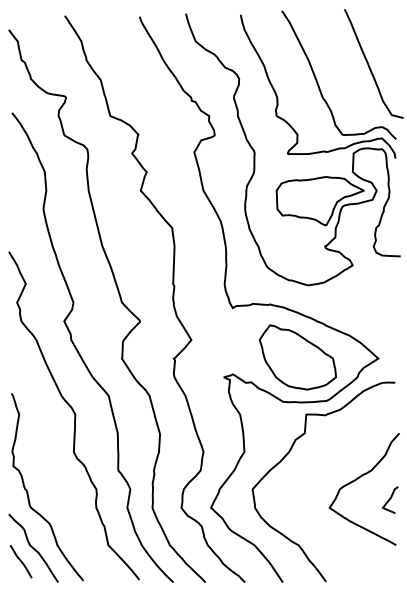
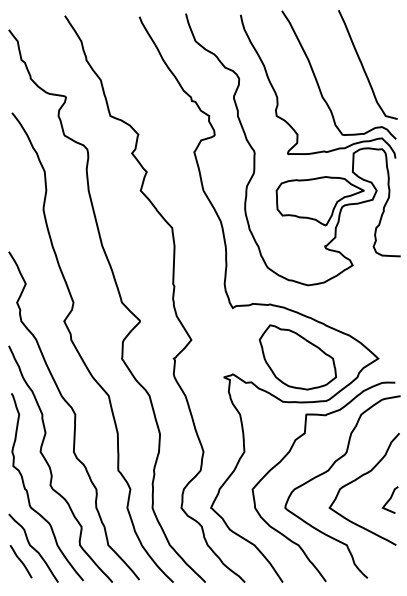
curve at (369, 64) position: (369, 64) -> (363, 65)
curve at (50, 466): none -> present
curve at (328, 471): none -> present
